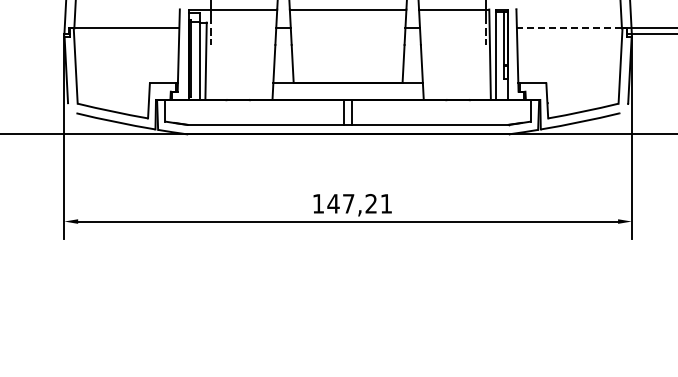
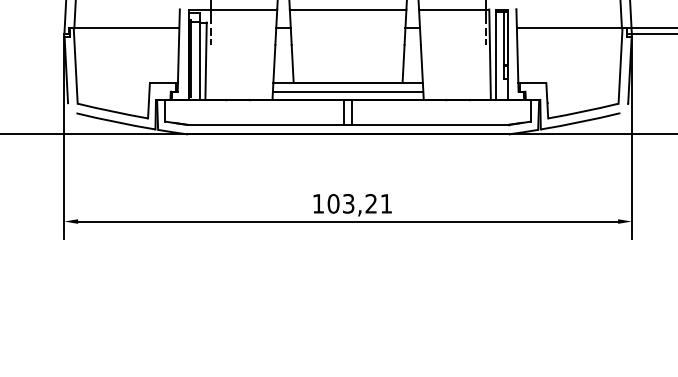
line at (569, 28): dashed -> solid
line at (347, 91): none -> present
text at (340, 203): 147,21 -> 103,21
